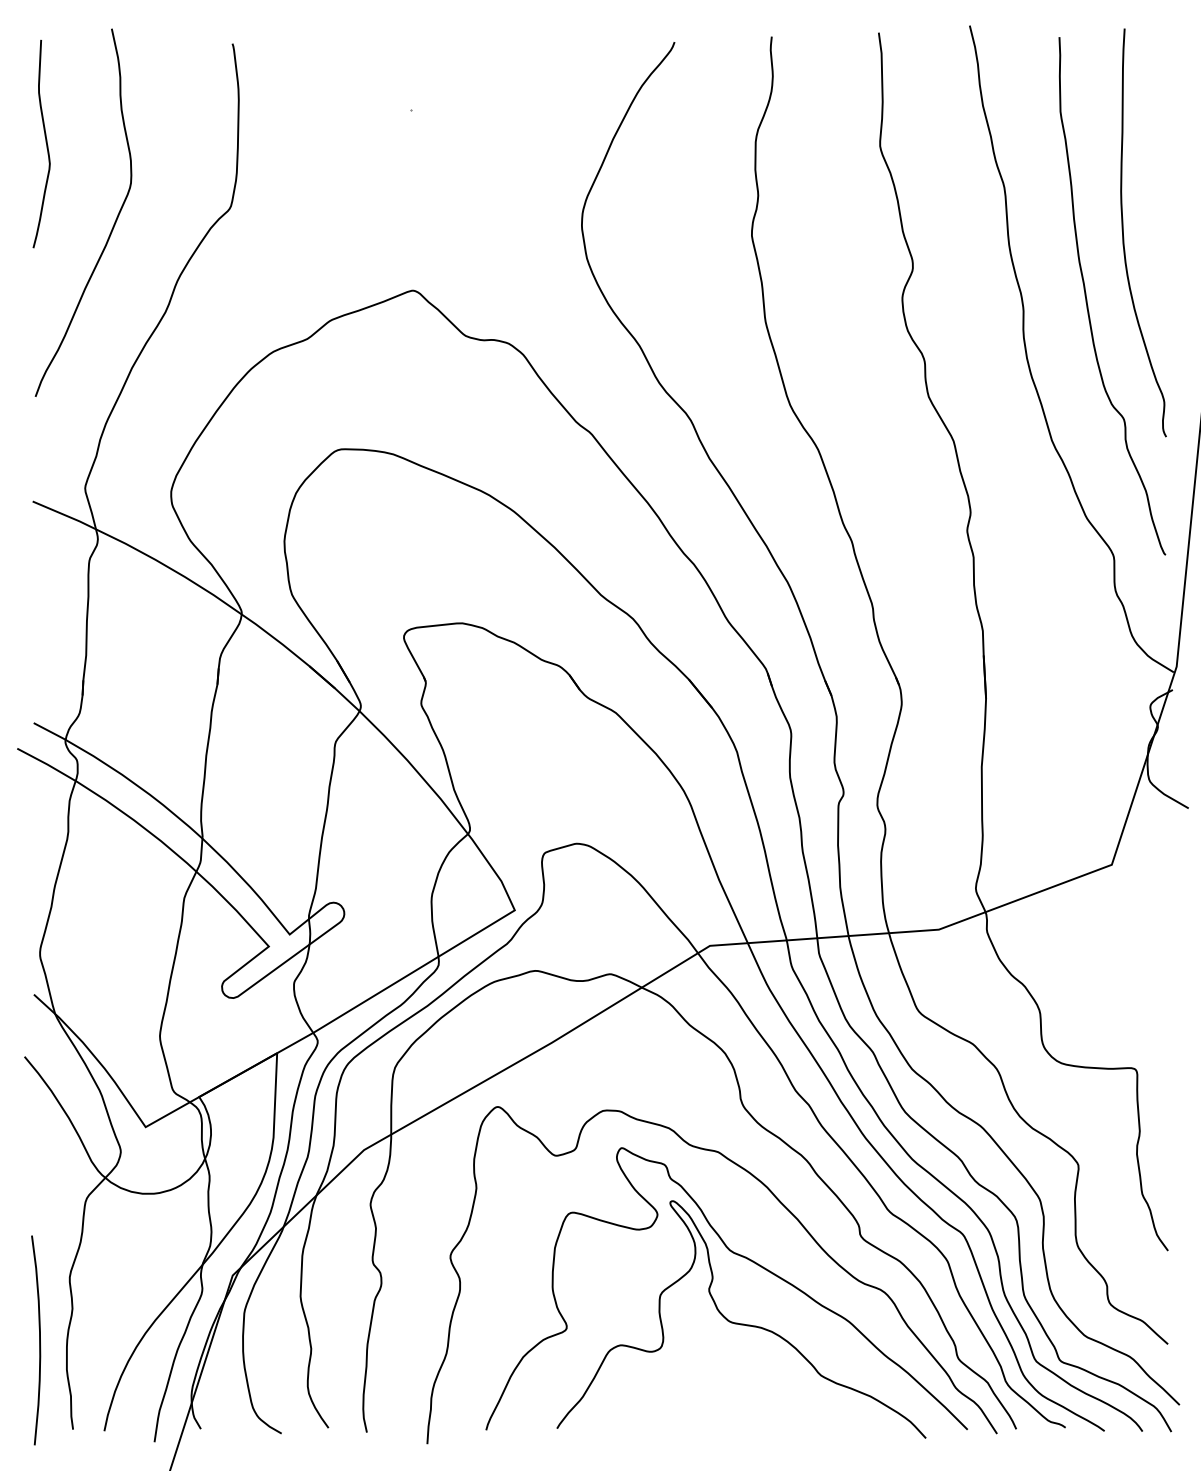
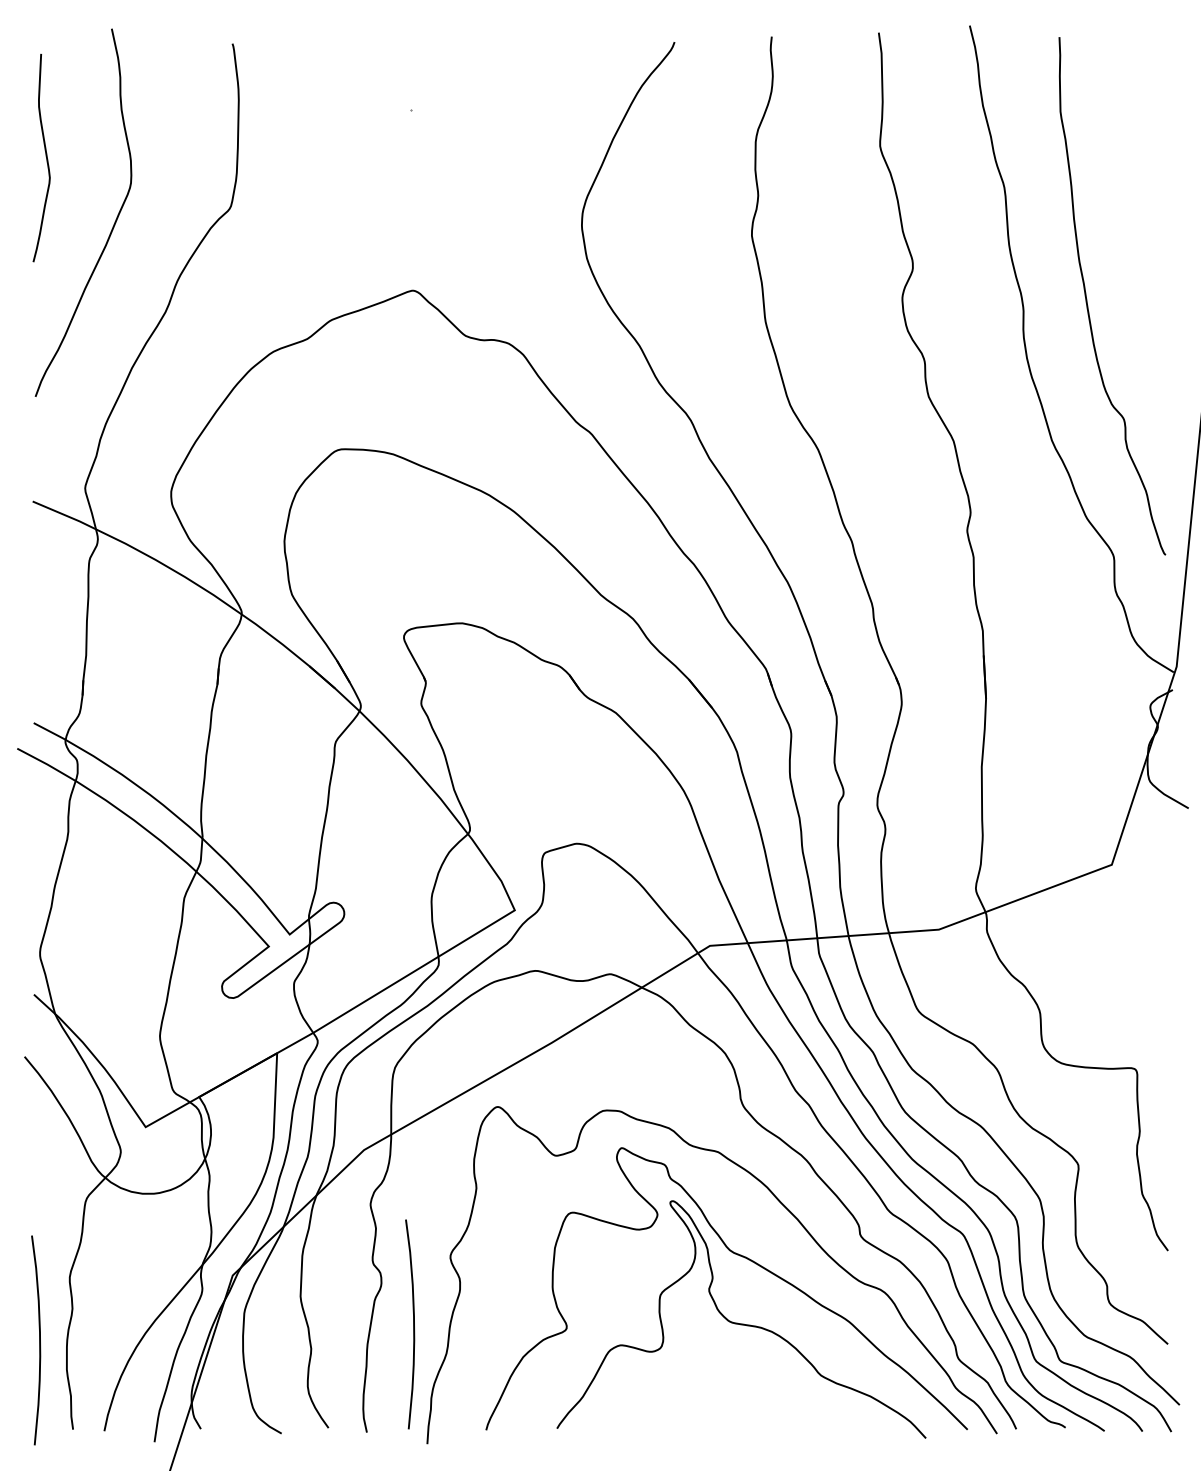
curve at (45, 142) position: (45, 142) -> (45, 156)
curve at (1124, 237): present -> none
curve at (413, 1324): none -> present
